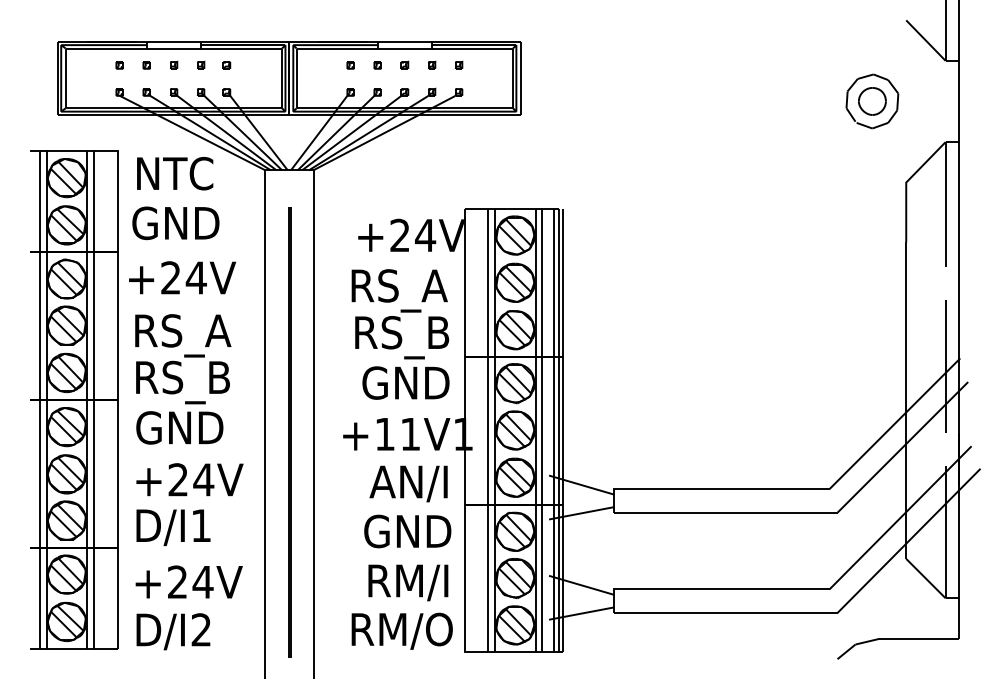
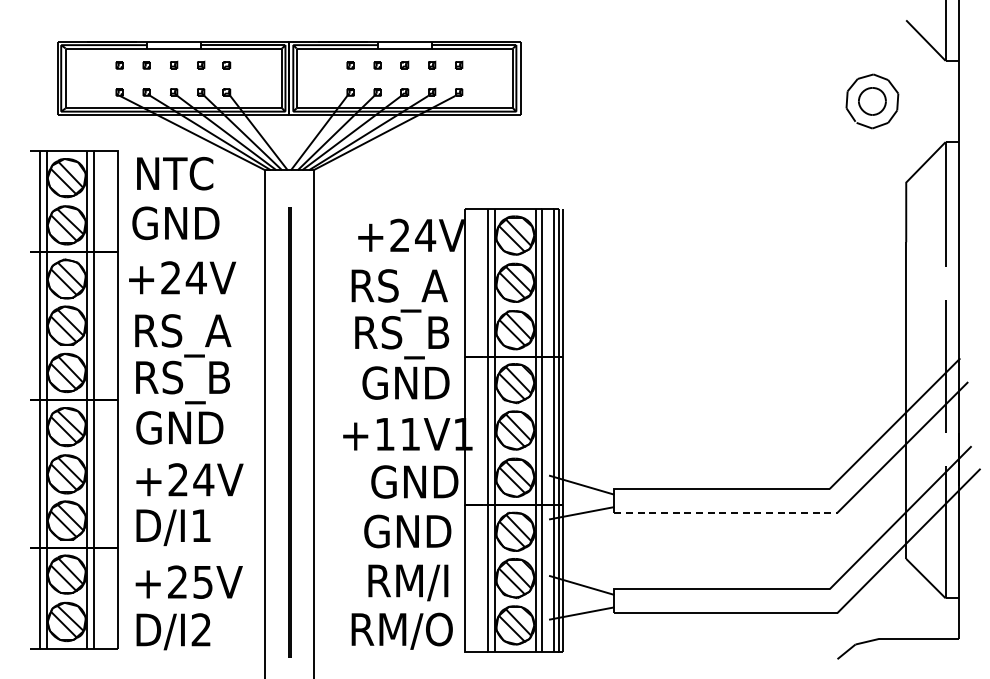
text at (413, 483): AN/I -> GND
line at (725, 512): solid -> dashed
text at (202, 582): +24V -> +25V
